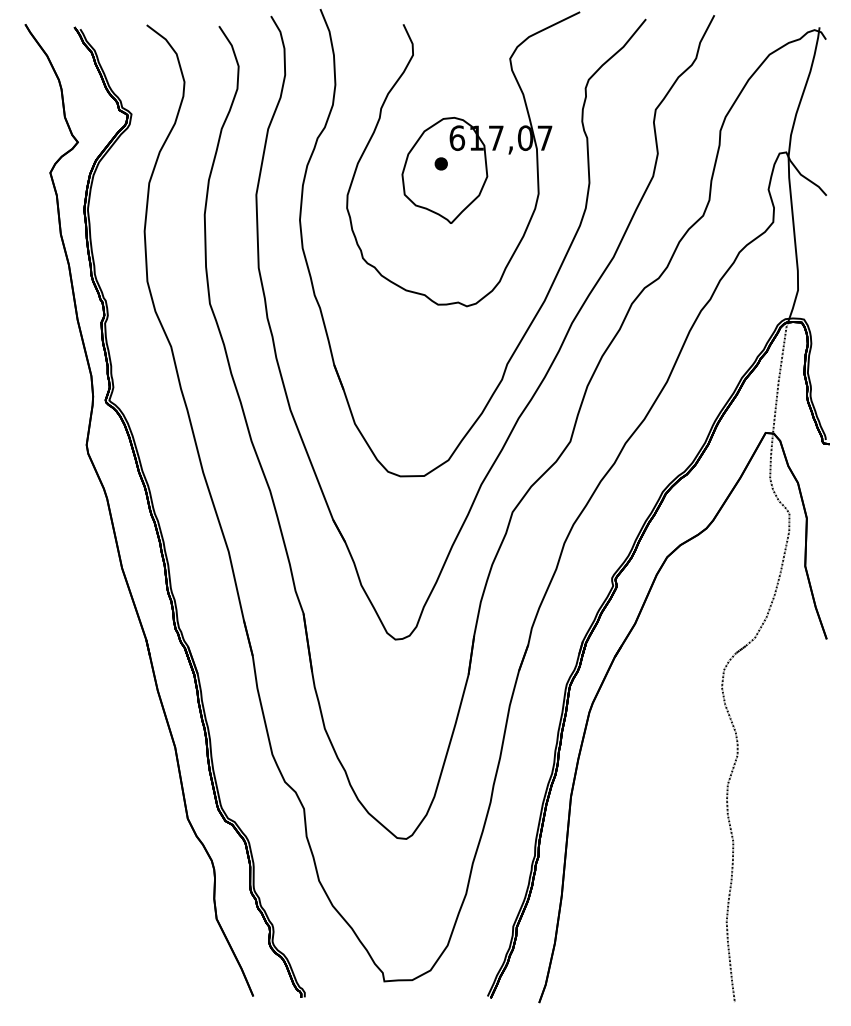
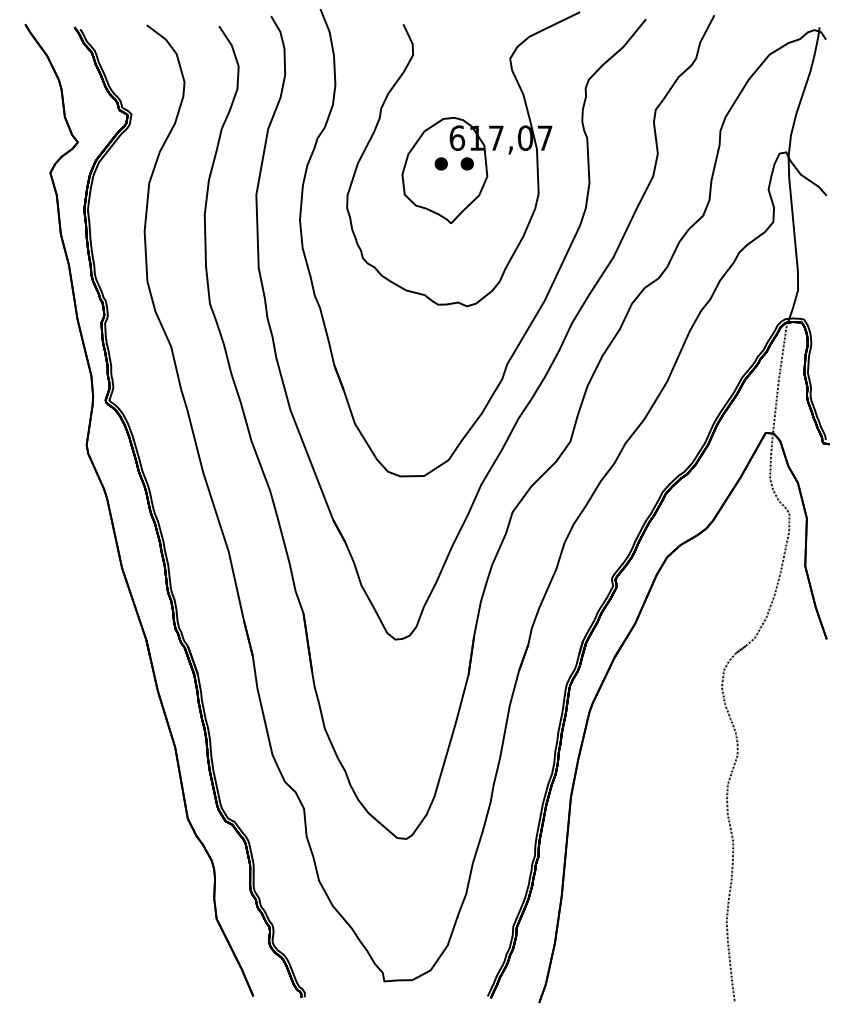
part at (466, 163): none -> present
